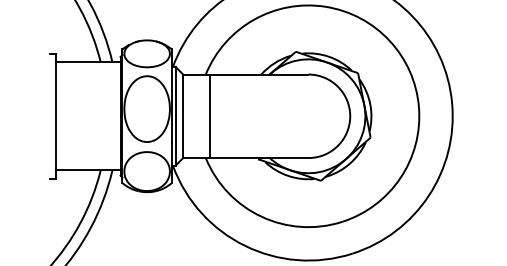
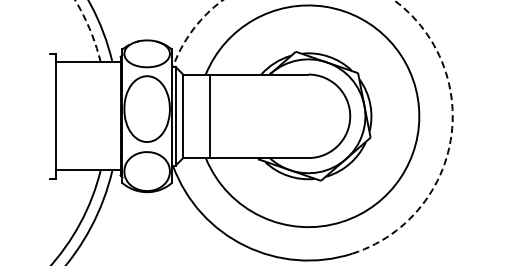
arc at (89, 29): solid -> dashed
arc at (451, 97): solid -> dashed
